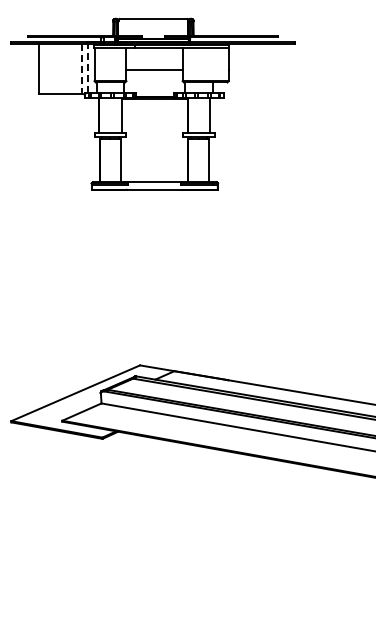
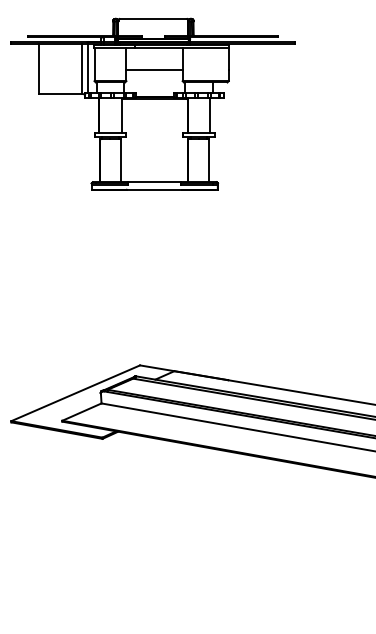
line at (88, 67): dashed -> solid
line at (81, 68): dashed -> solid
